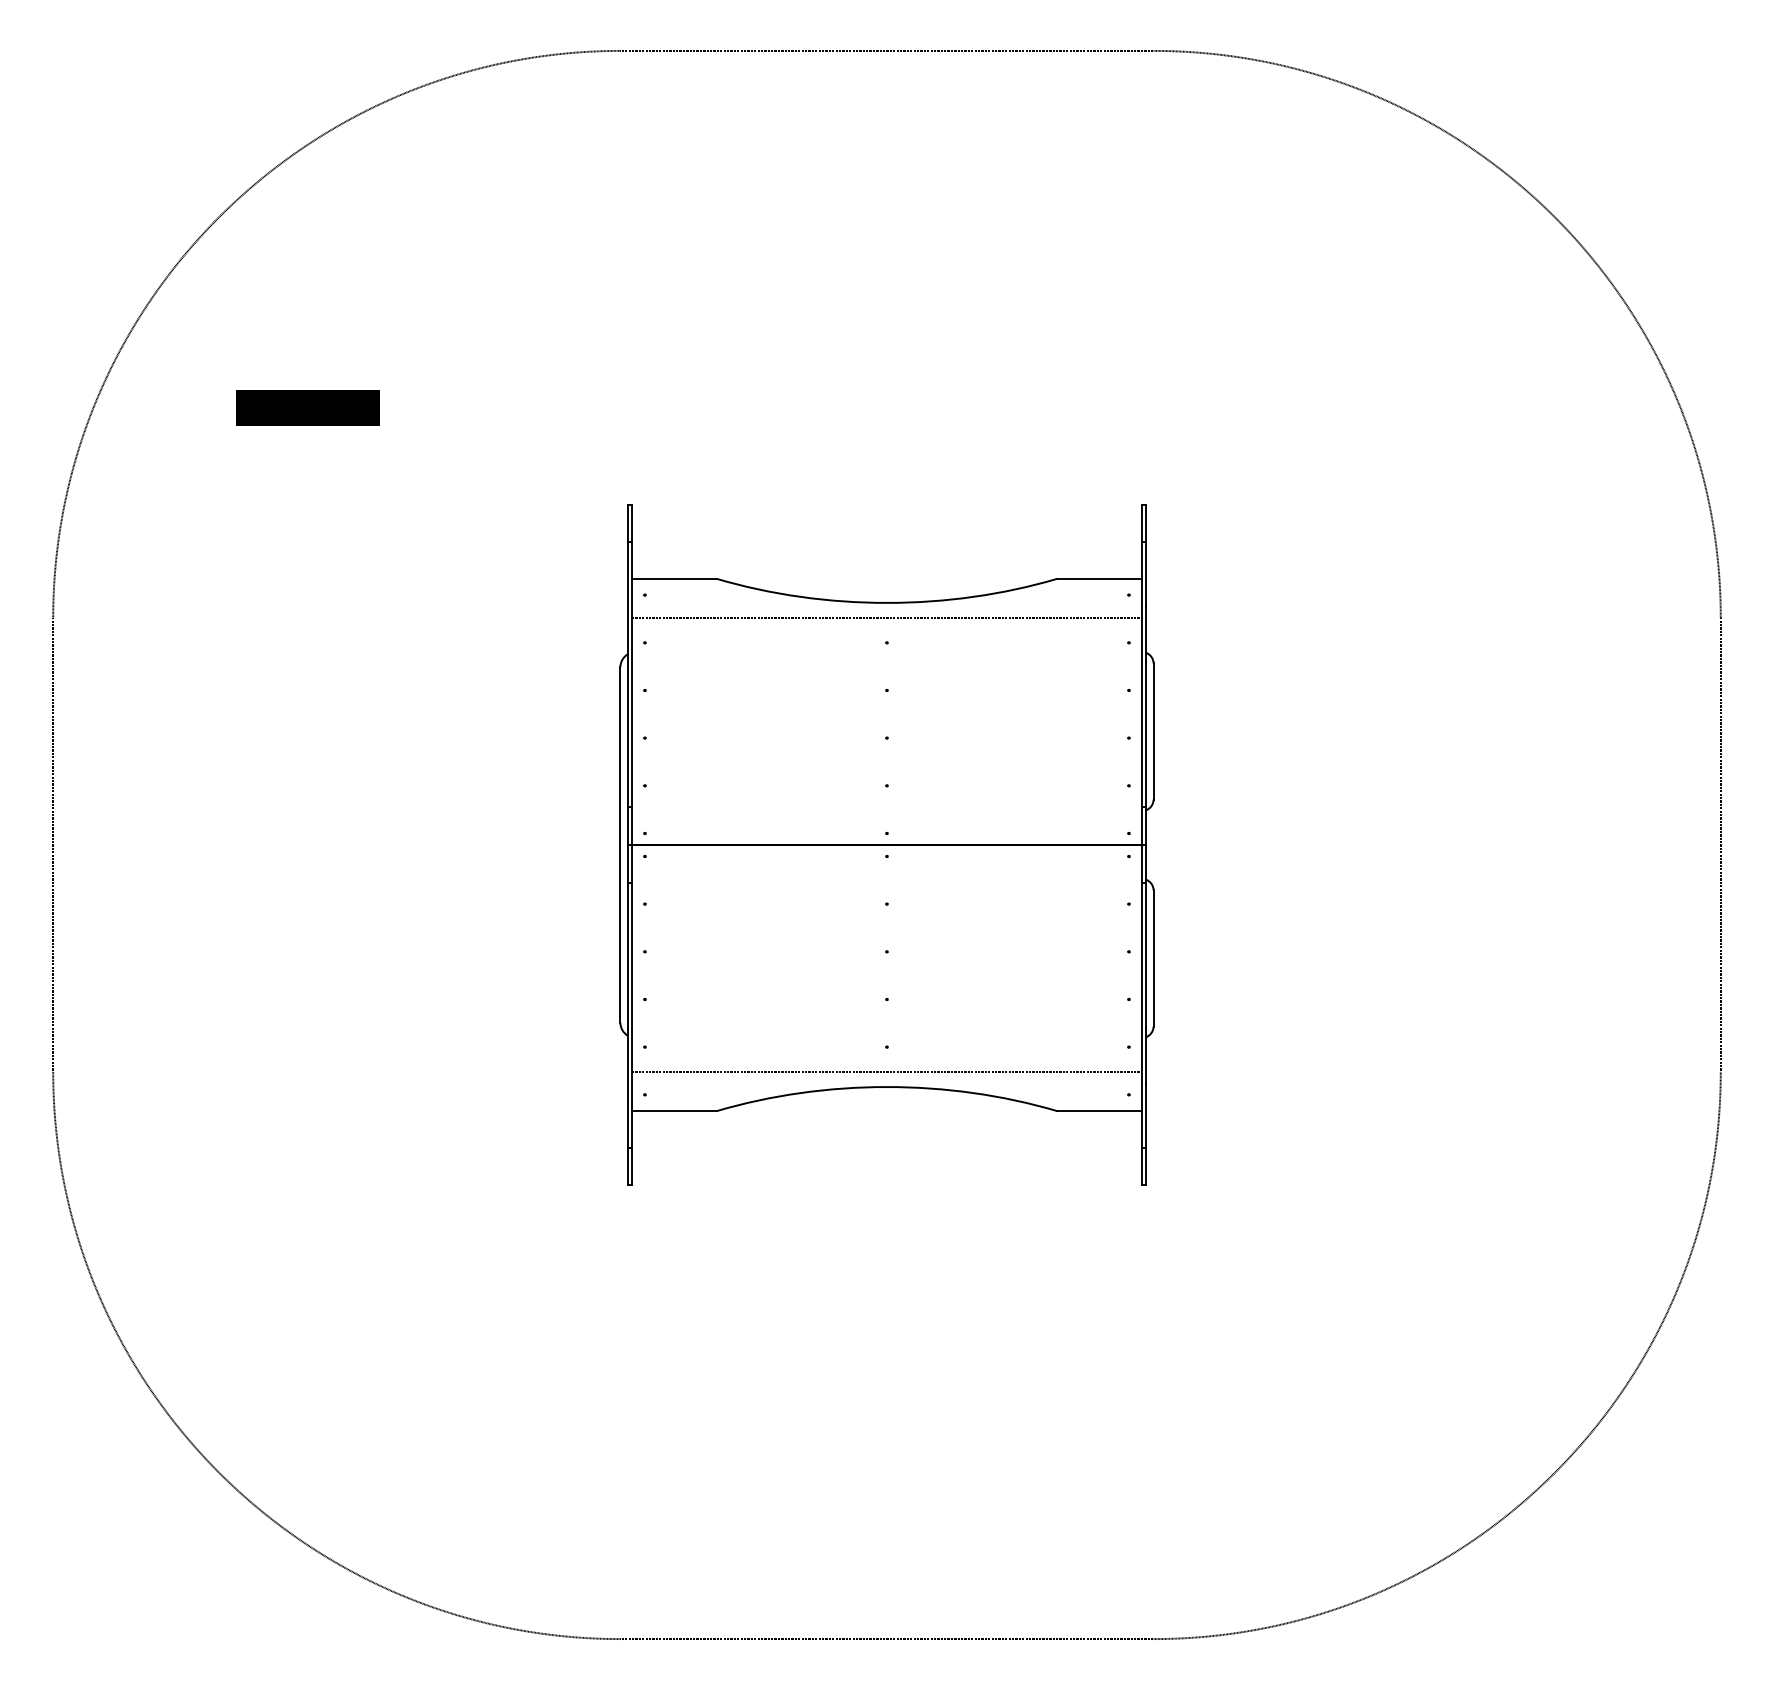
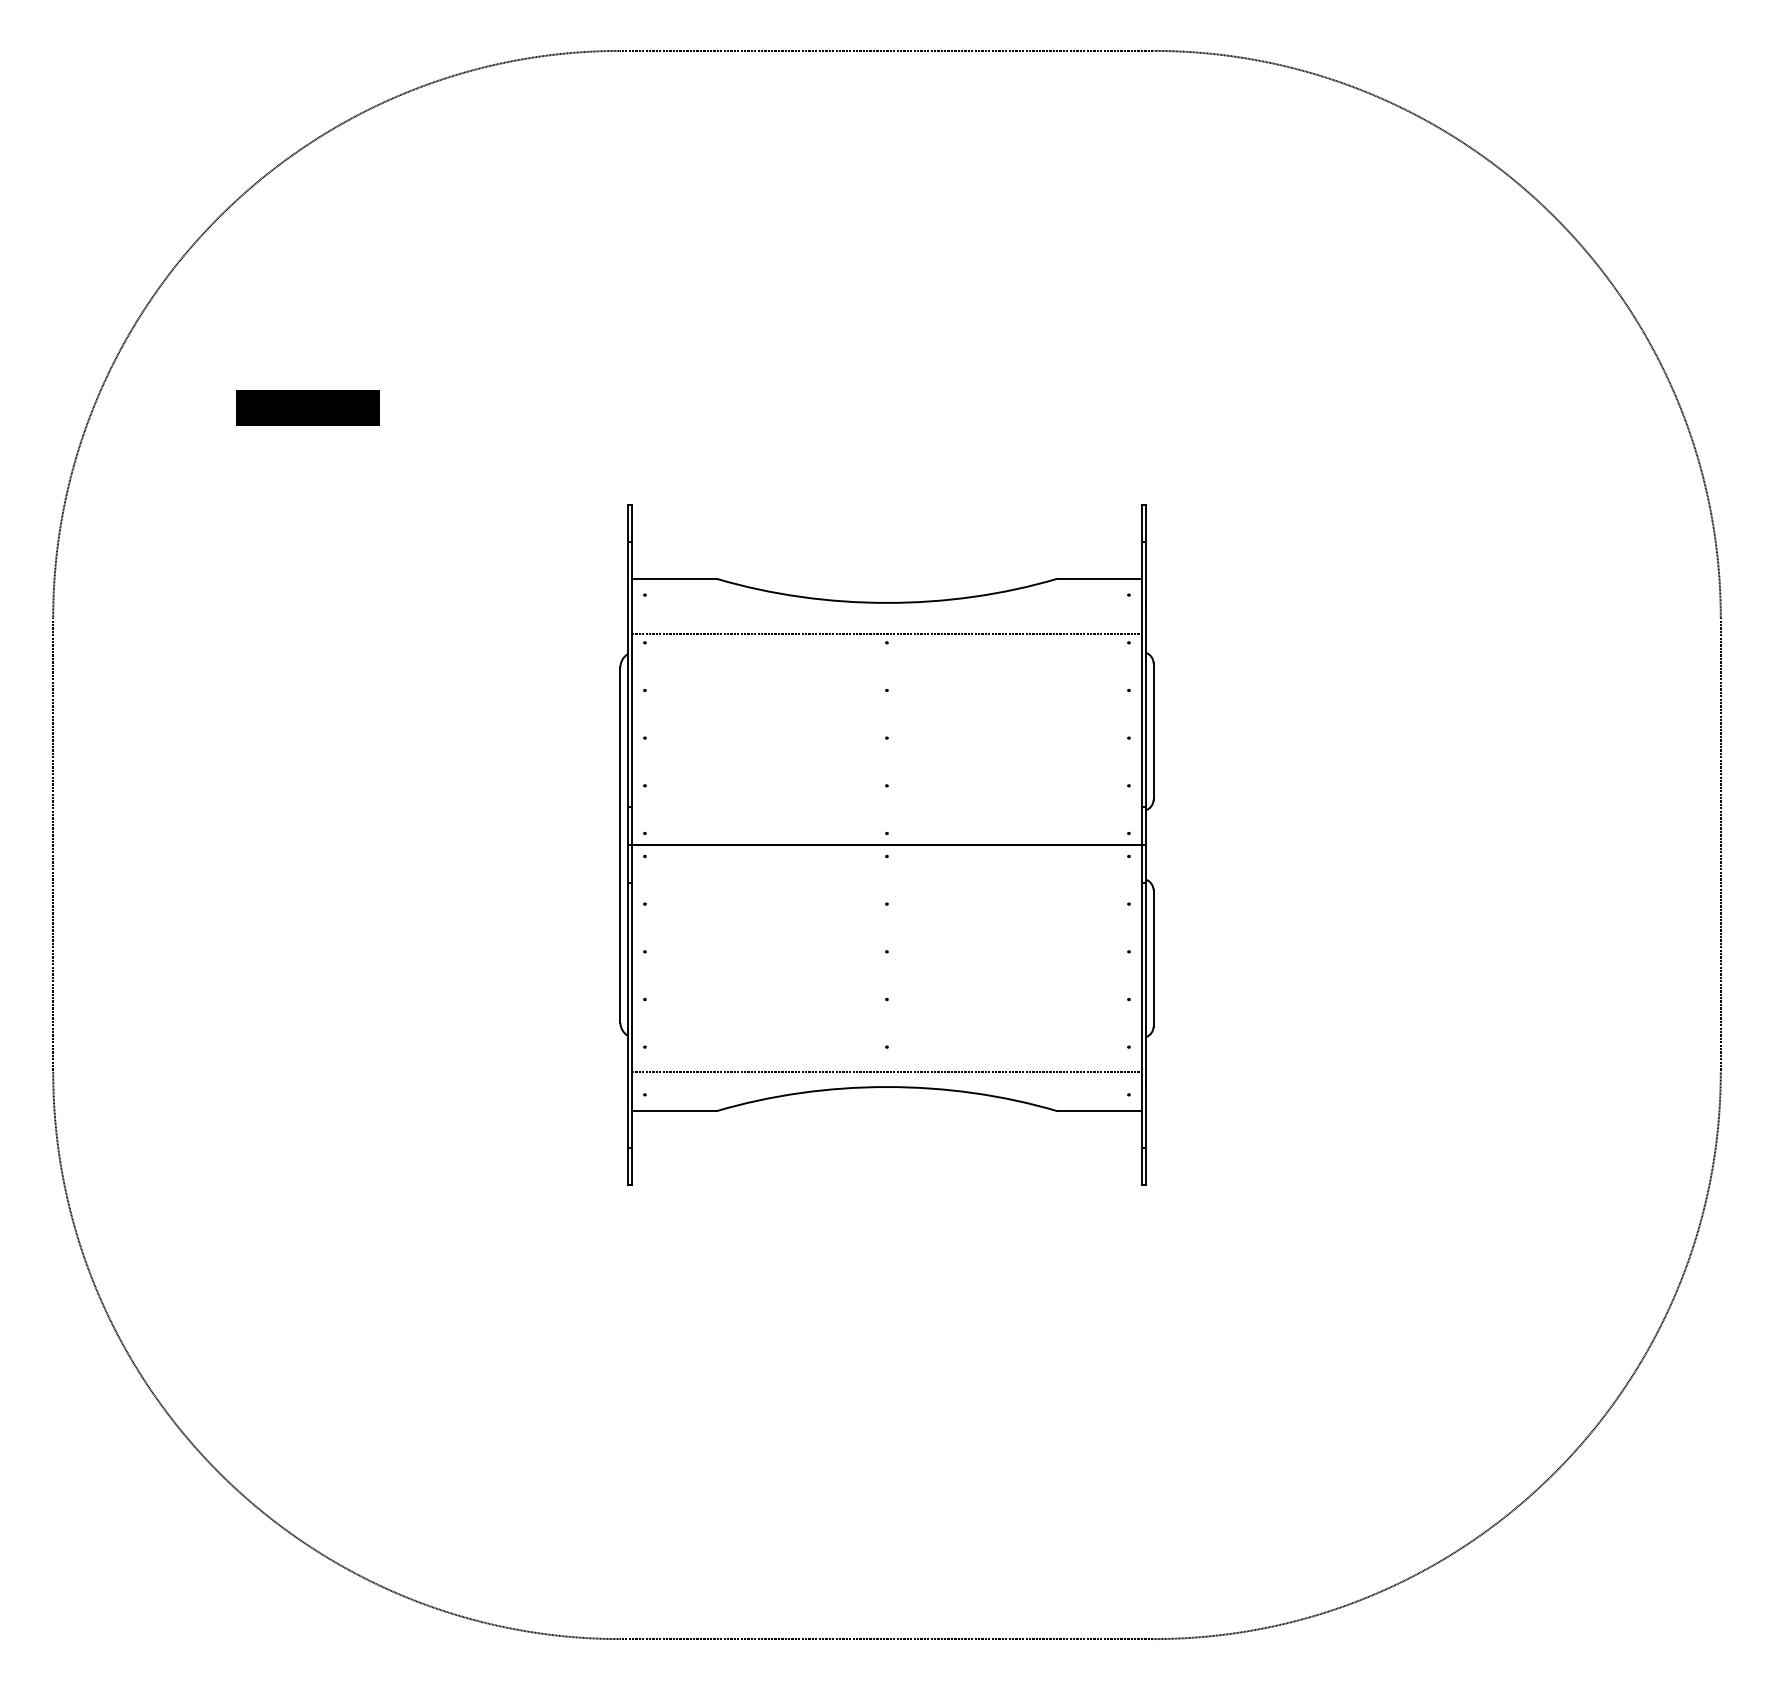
line at (886, 618) position: (886, 618) -> (886, 634)
